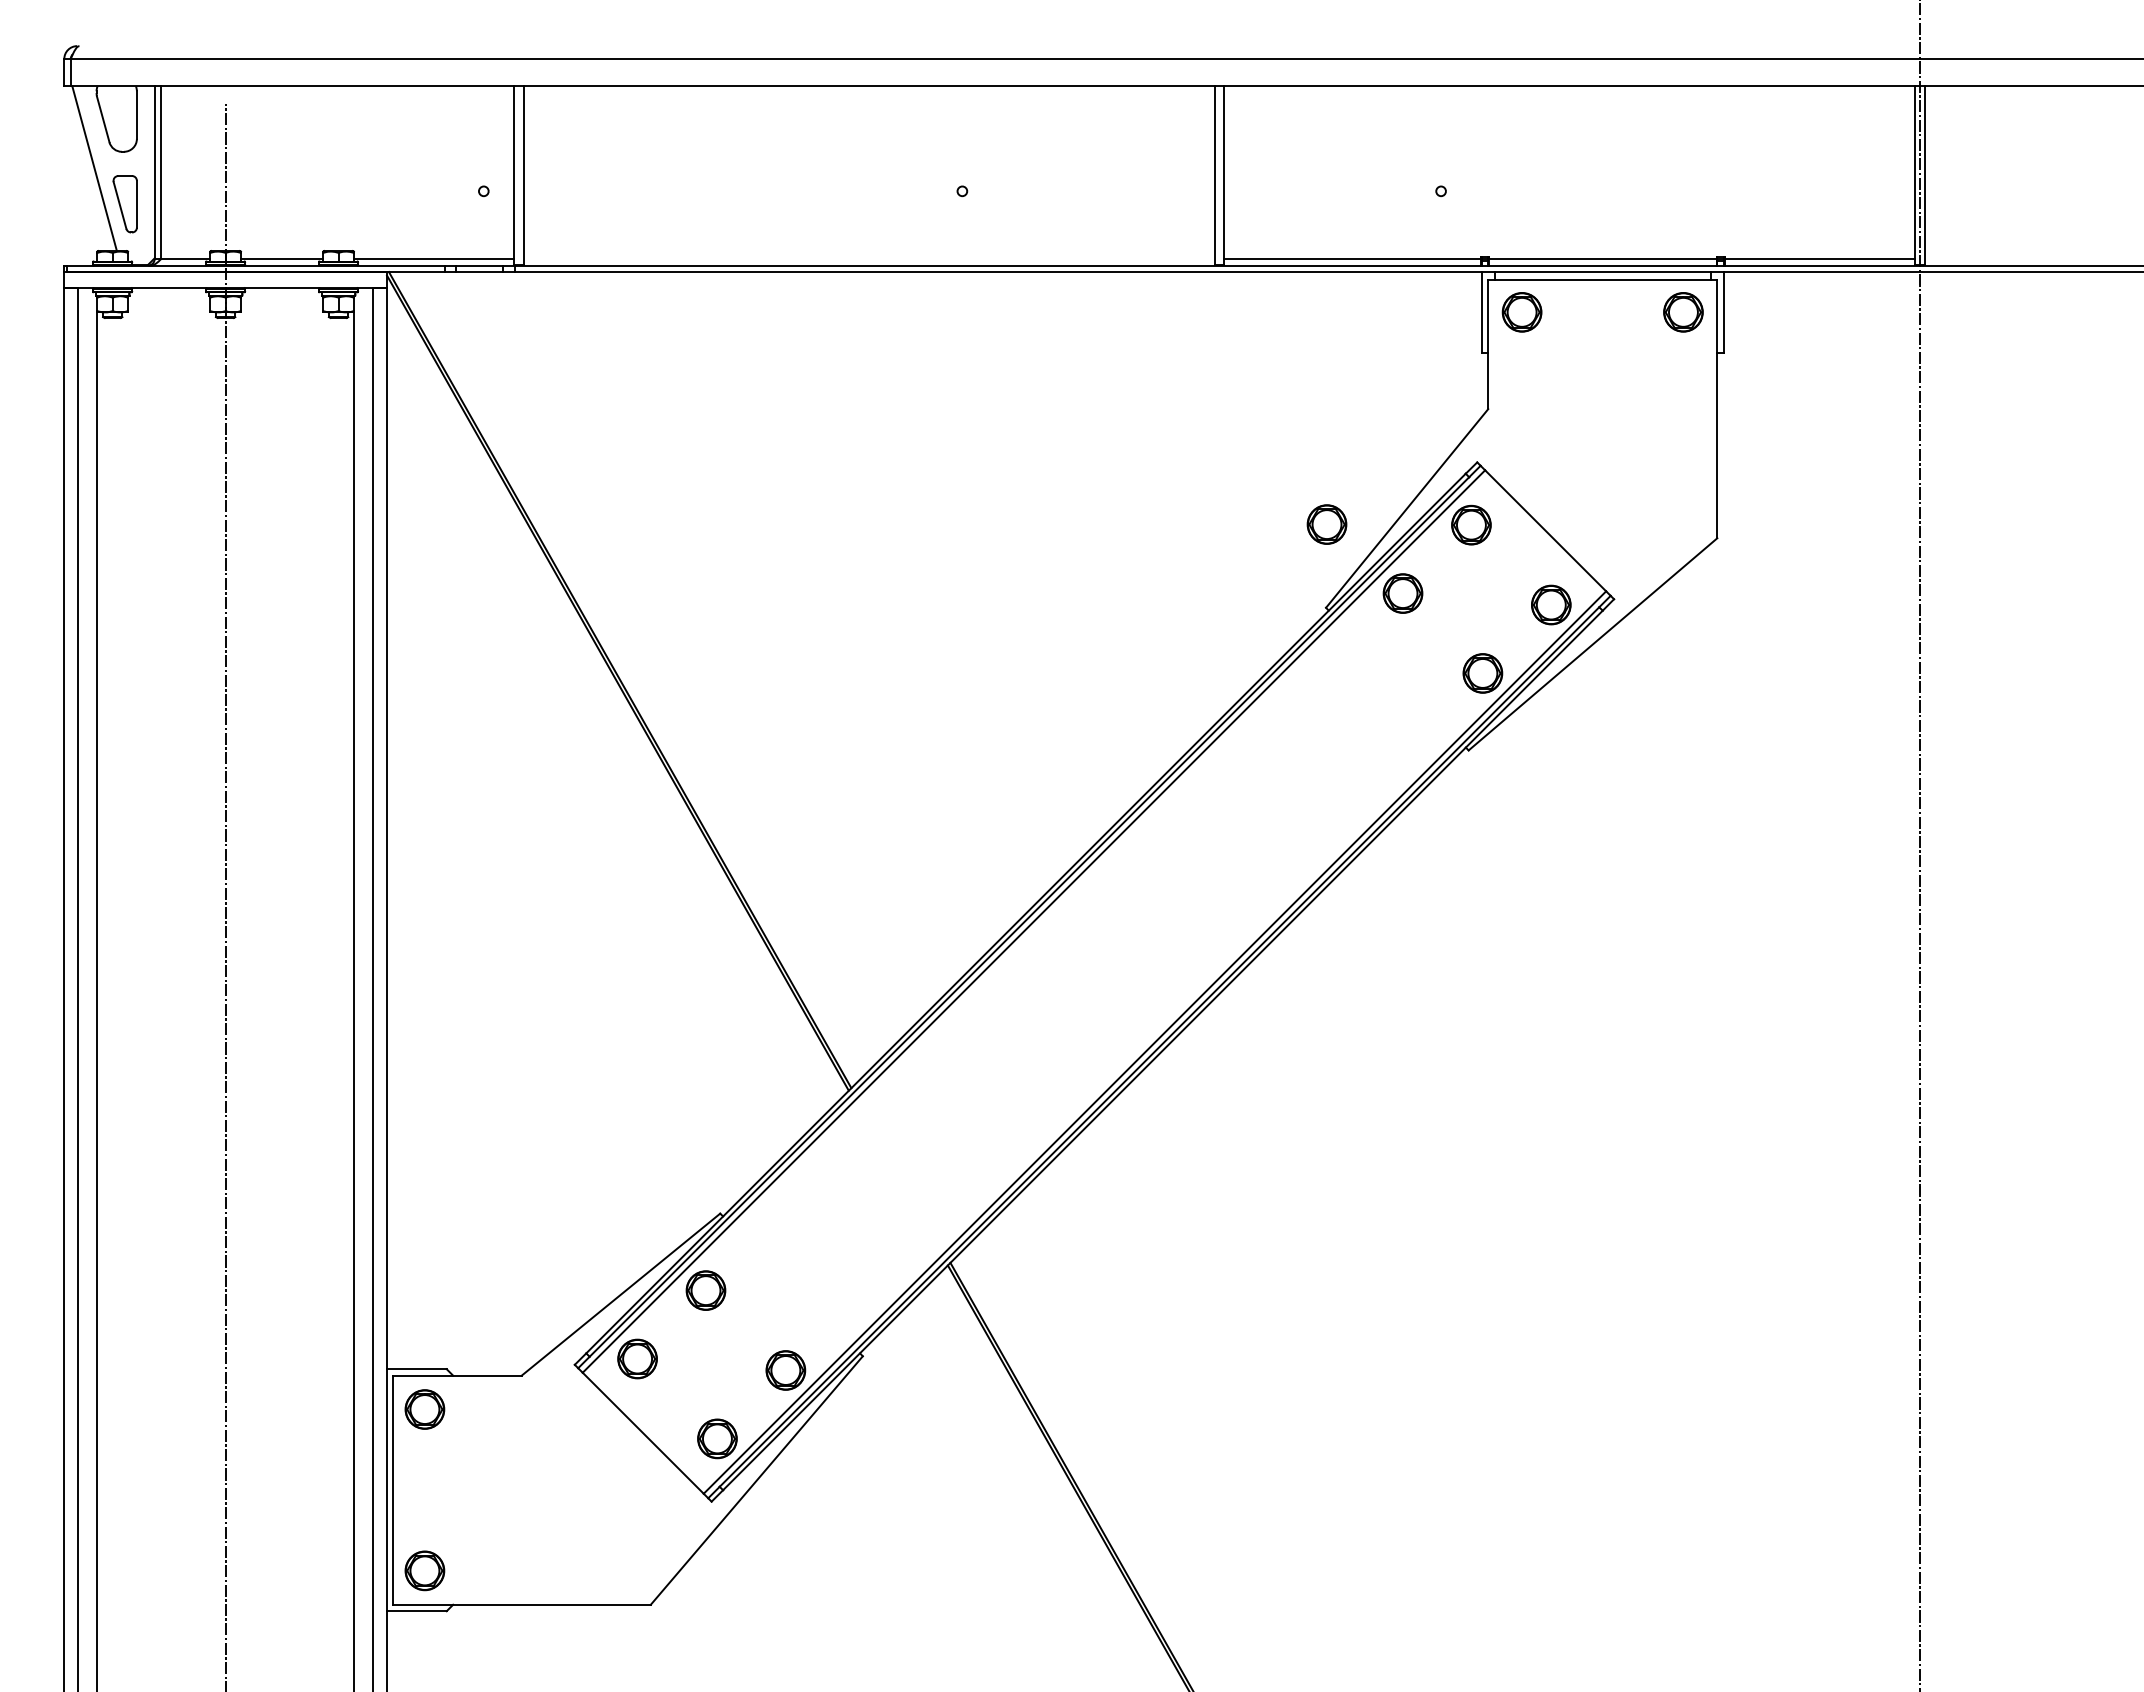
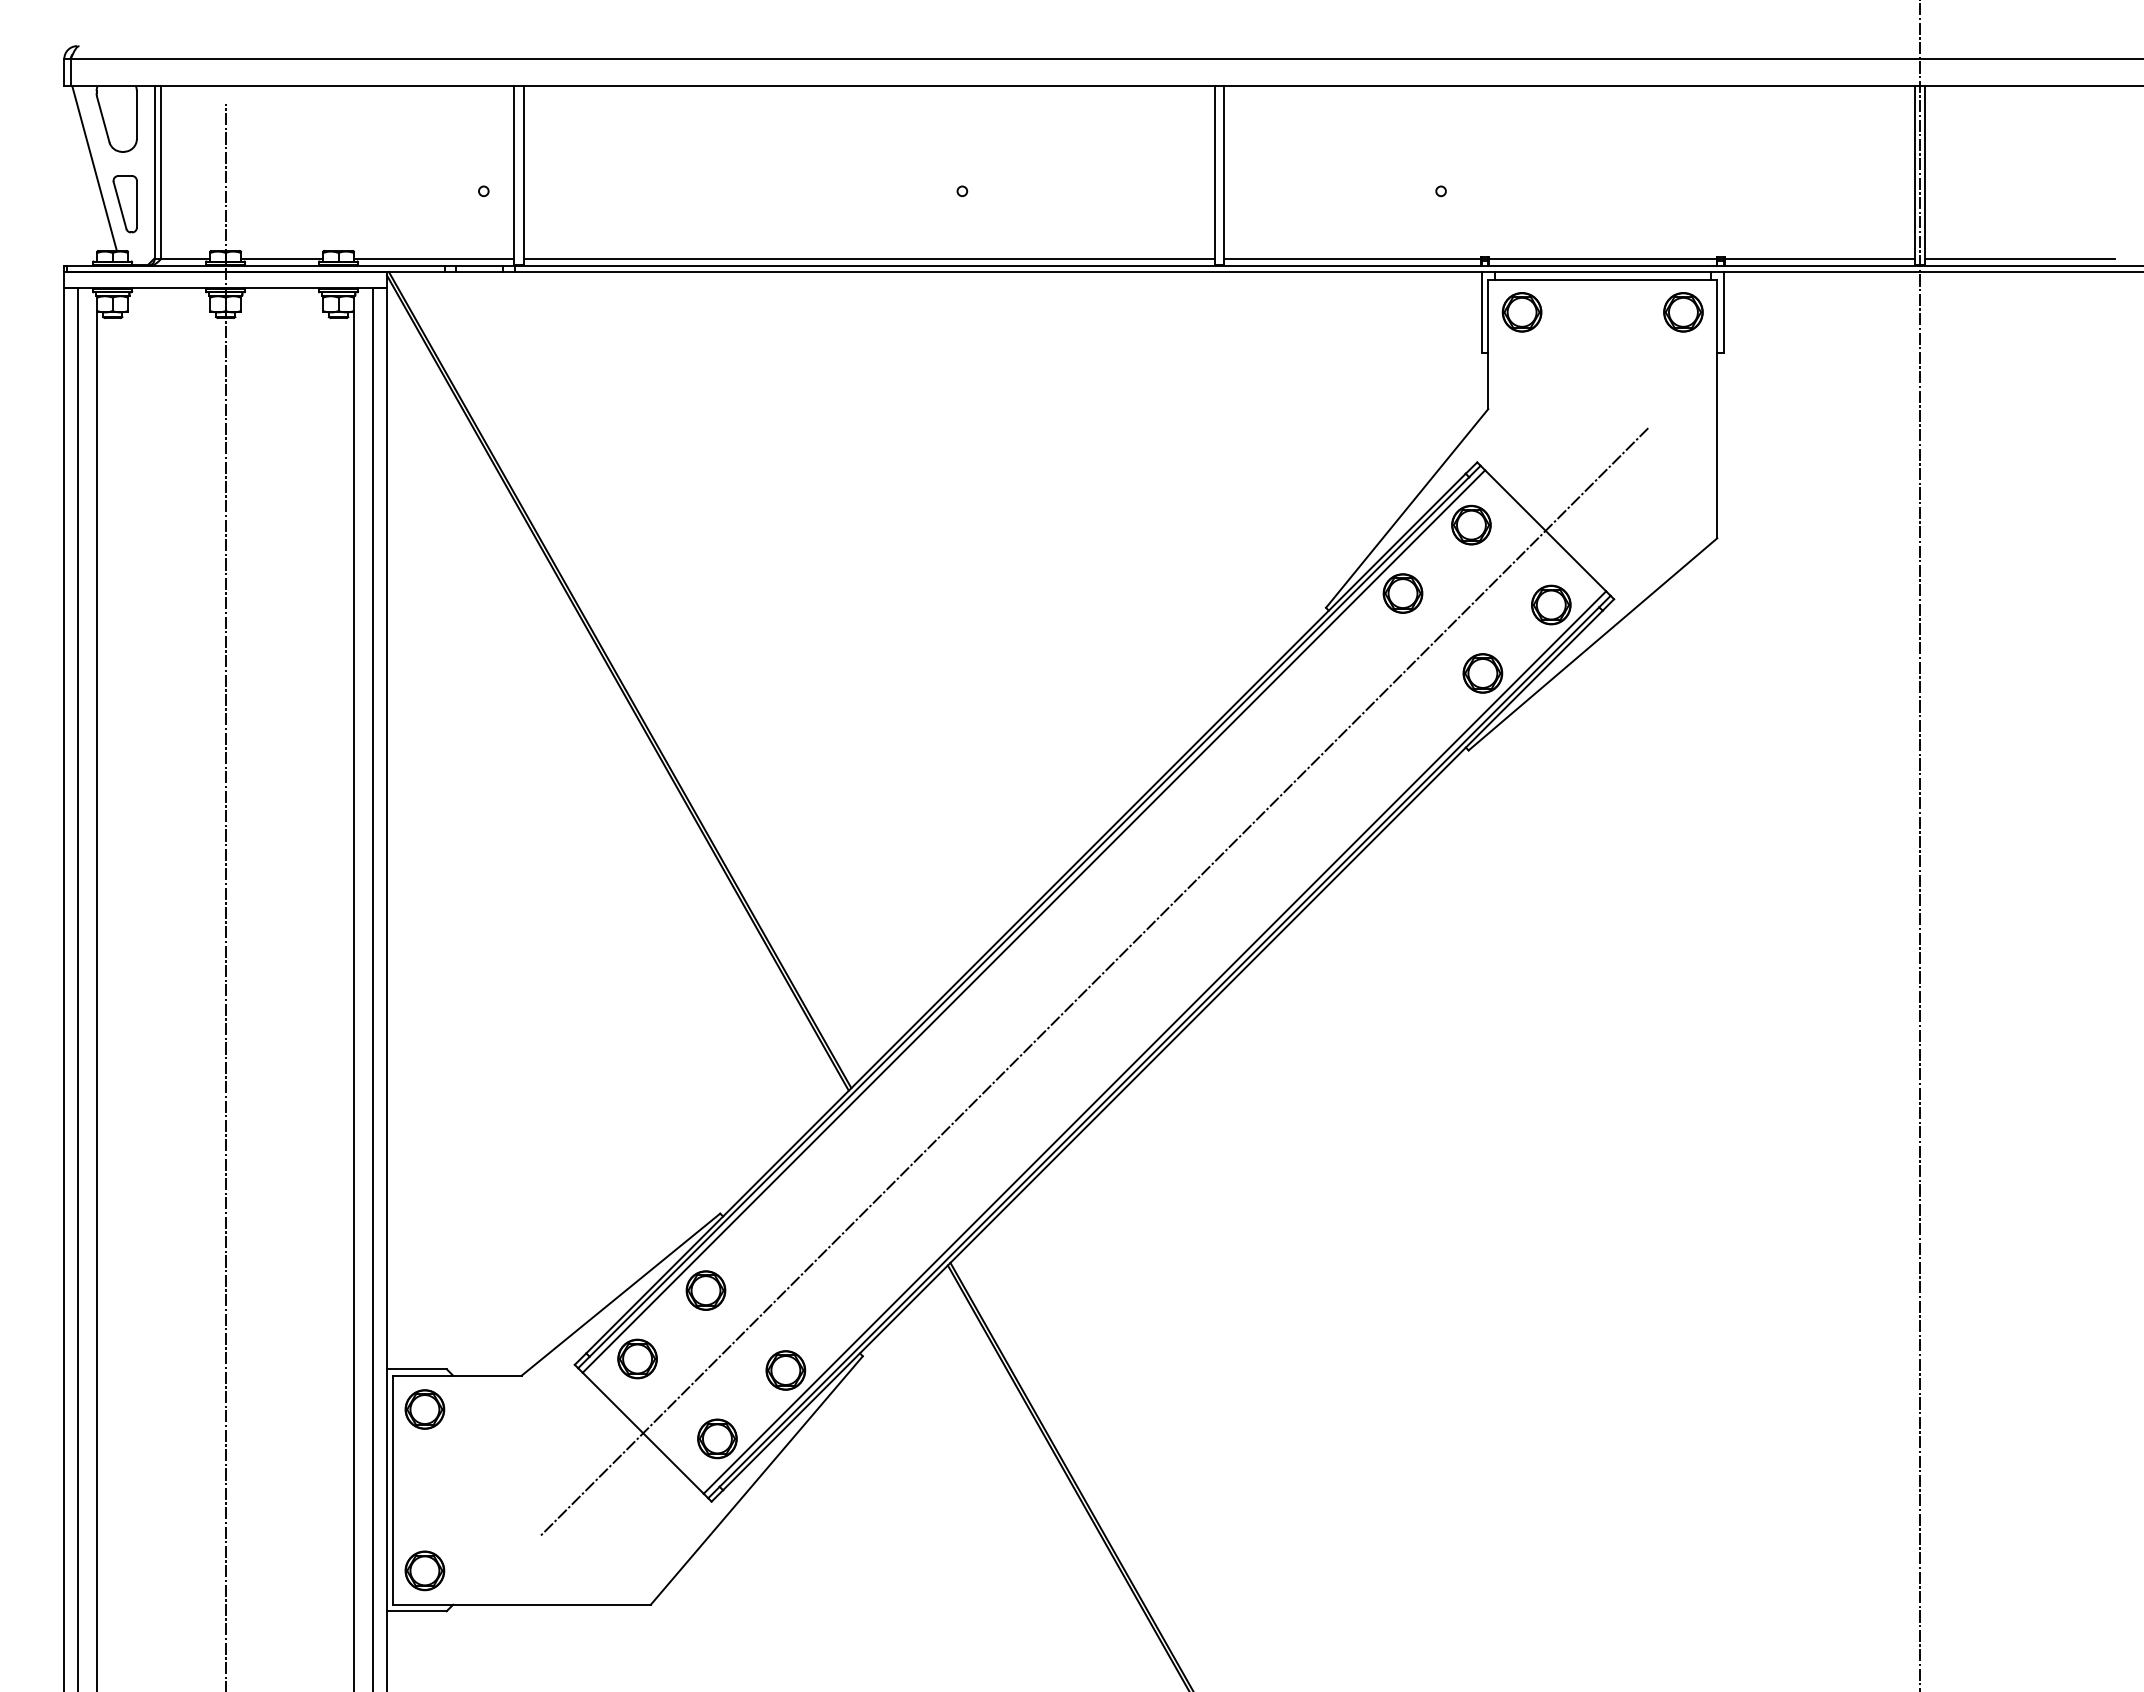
line at (869, 259): none -> present
line at (2019, 259): none -> present
part at (1326, 524): present -> none
line at (1094, 981): none -> present
